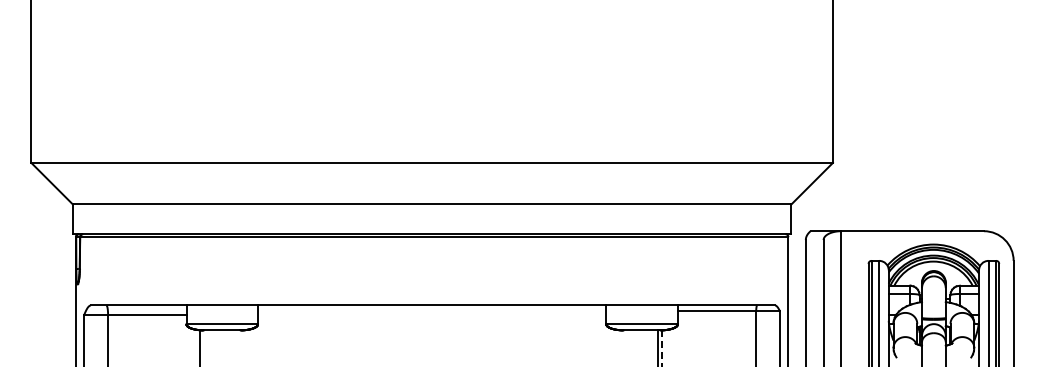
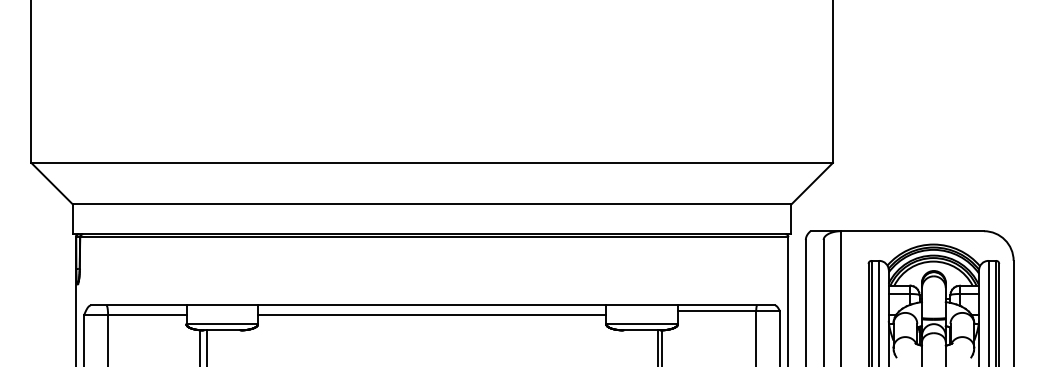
line at (431, 314): none -> present
line at (207, 346): none -> present
line at (662, 348): dashed -> solid
